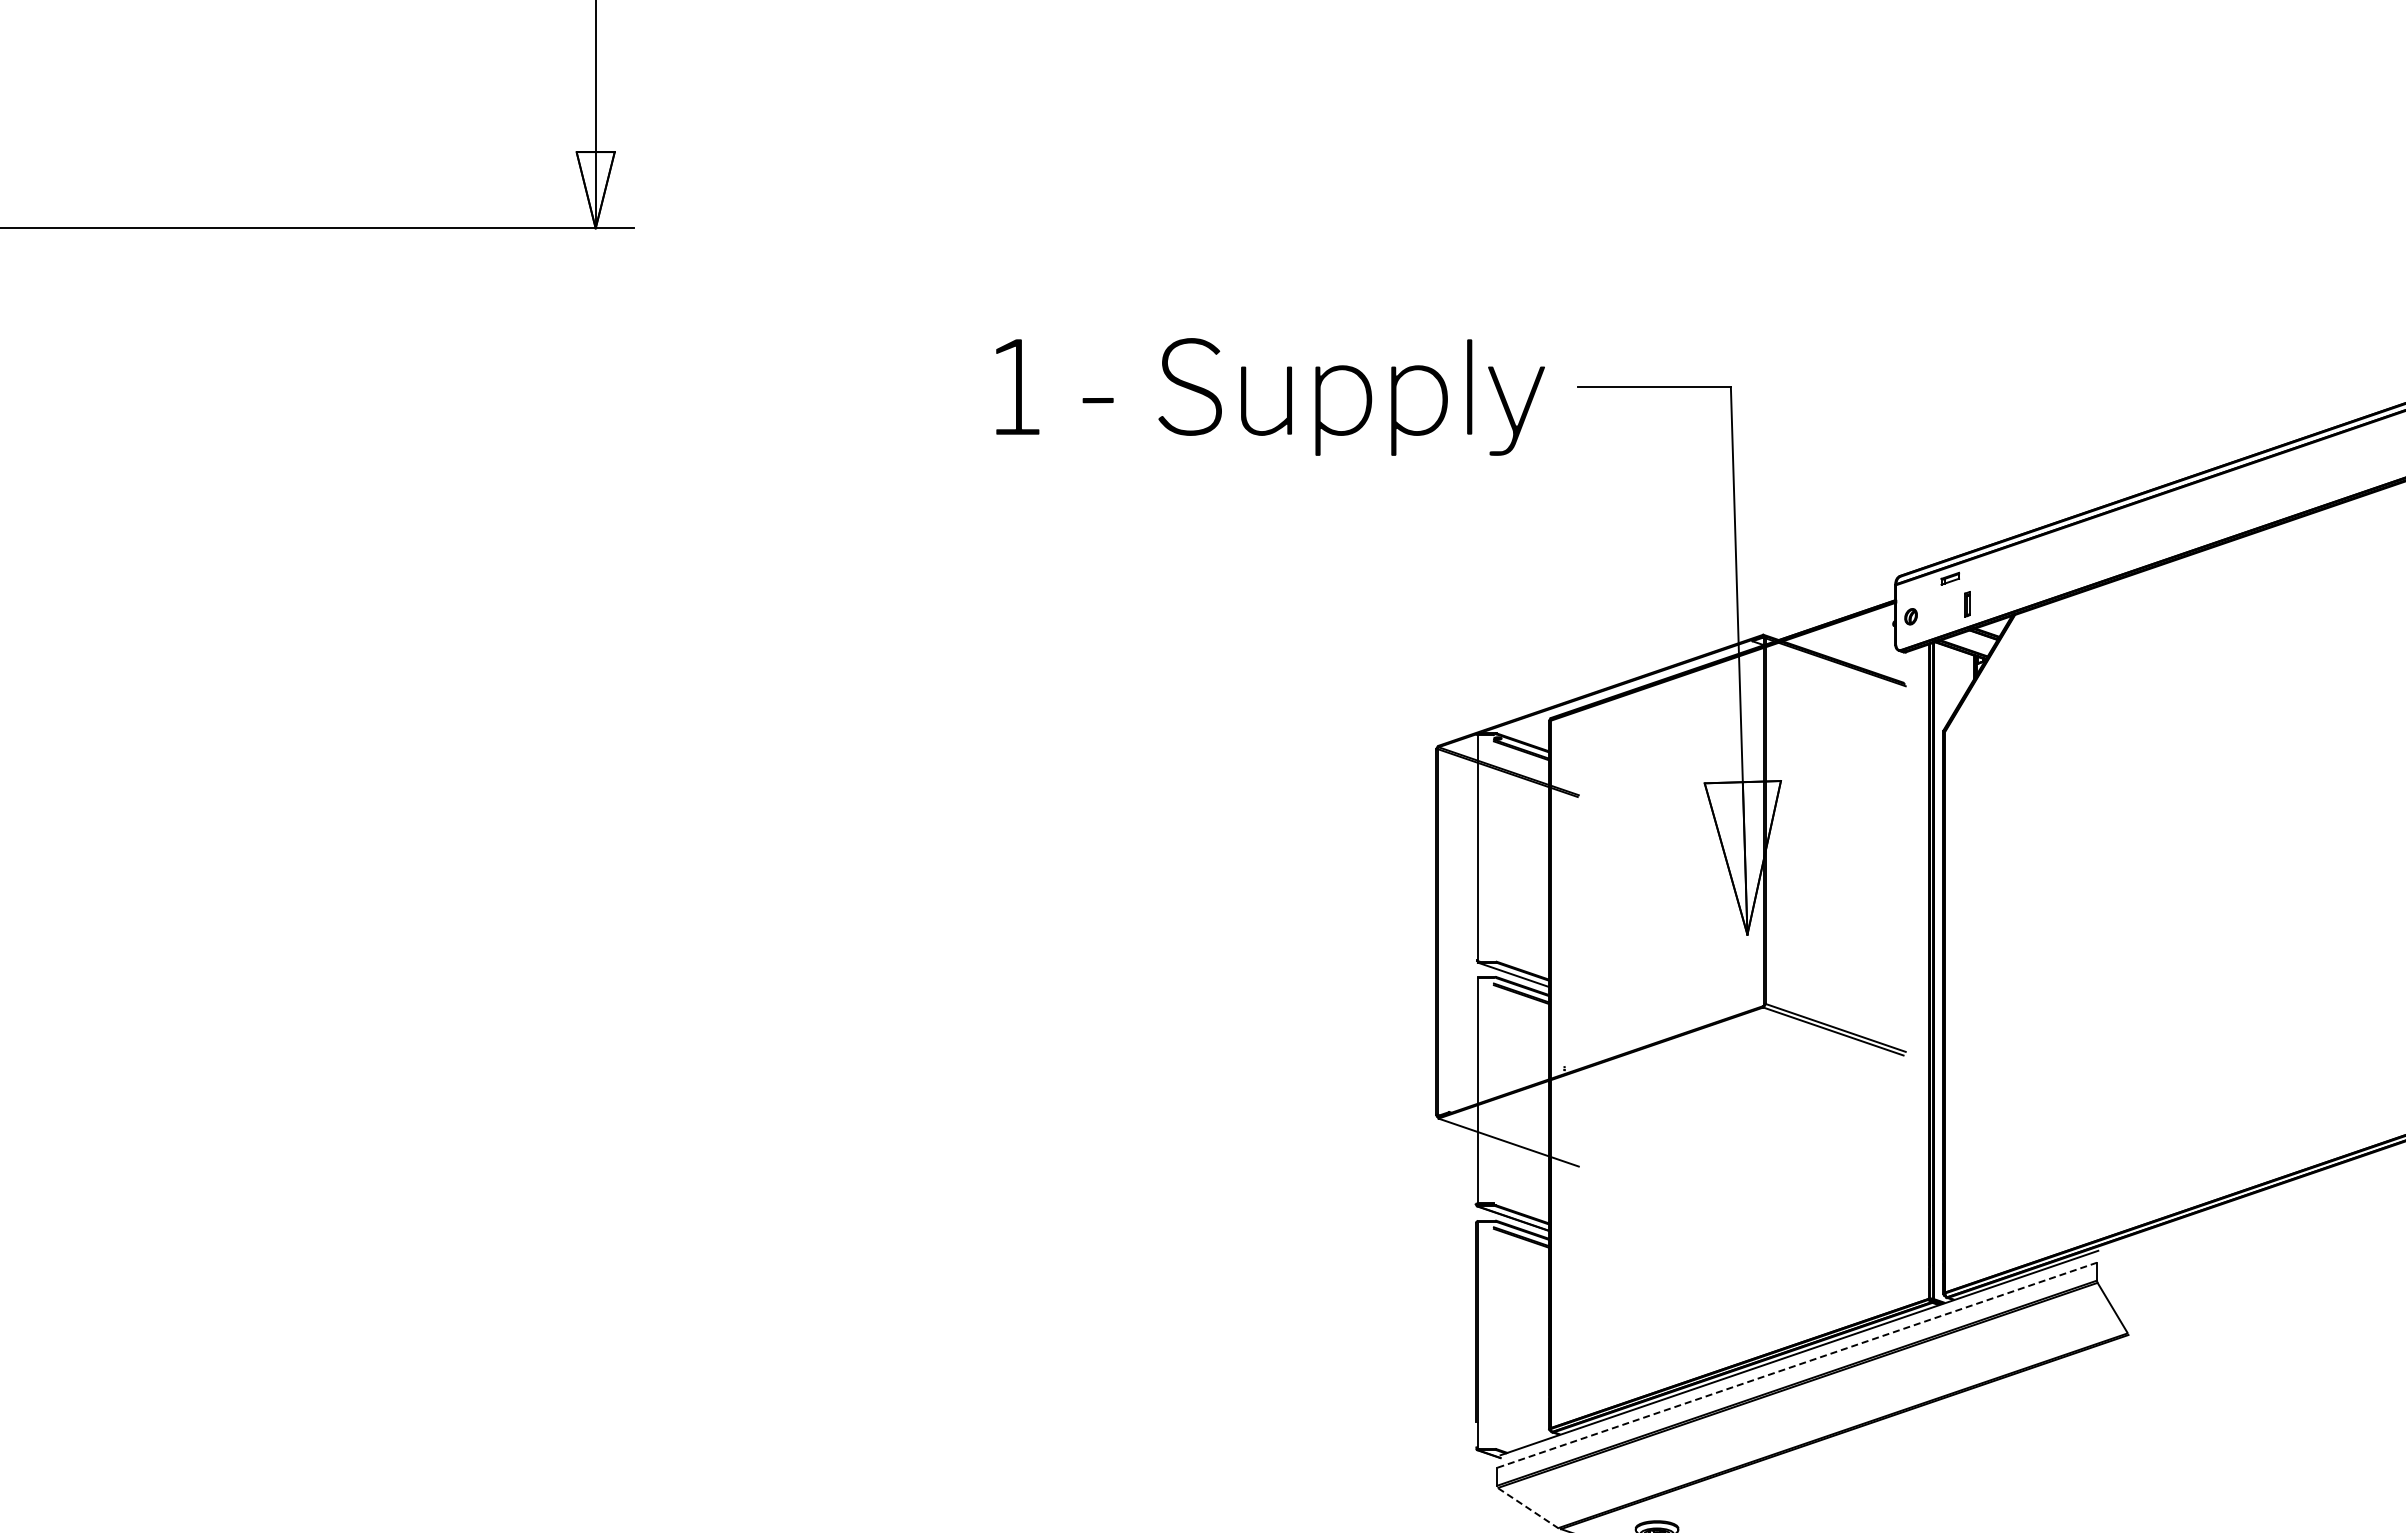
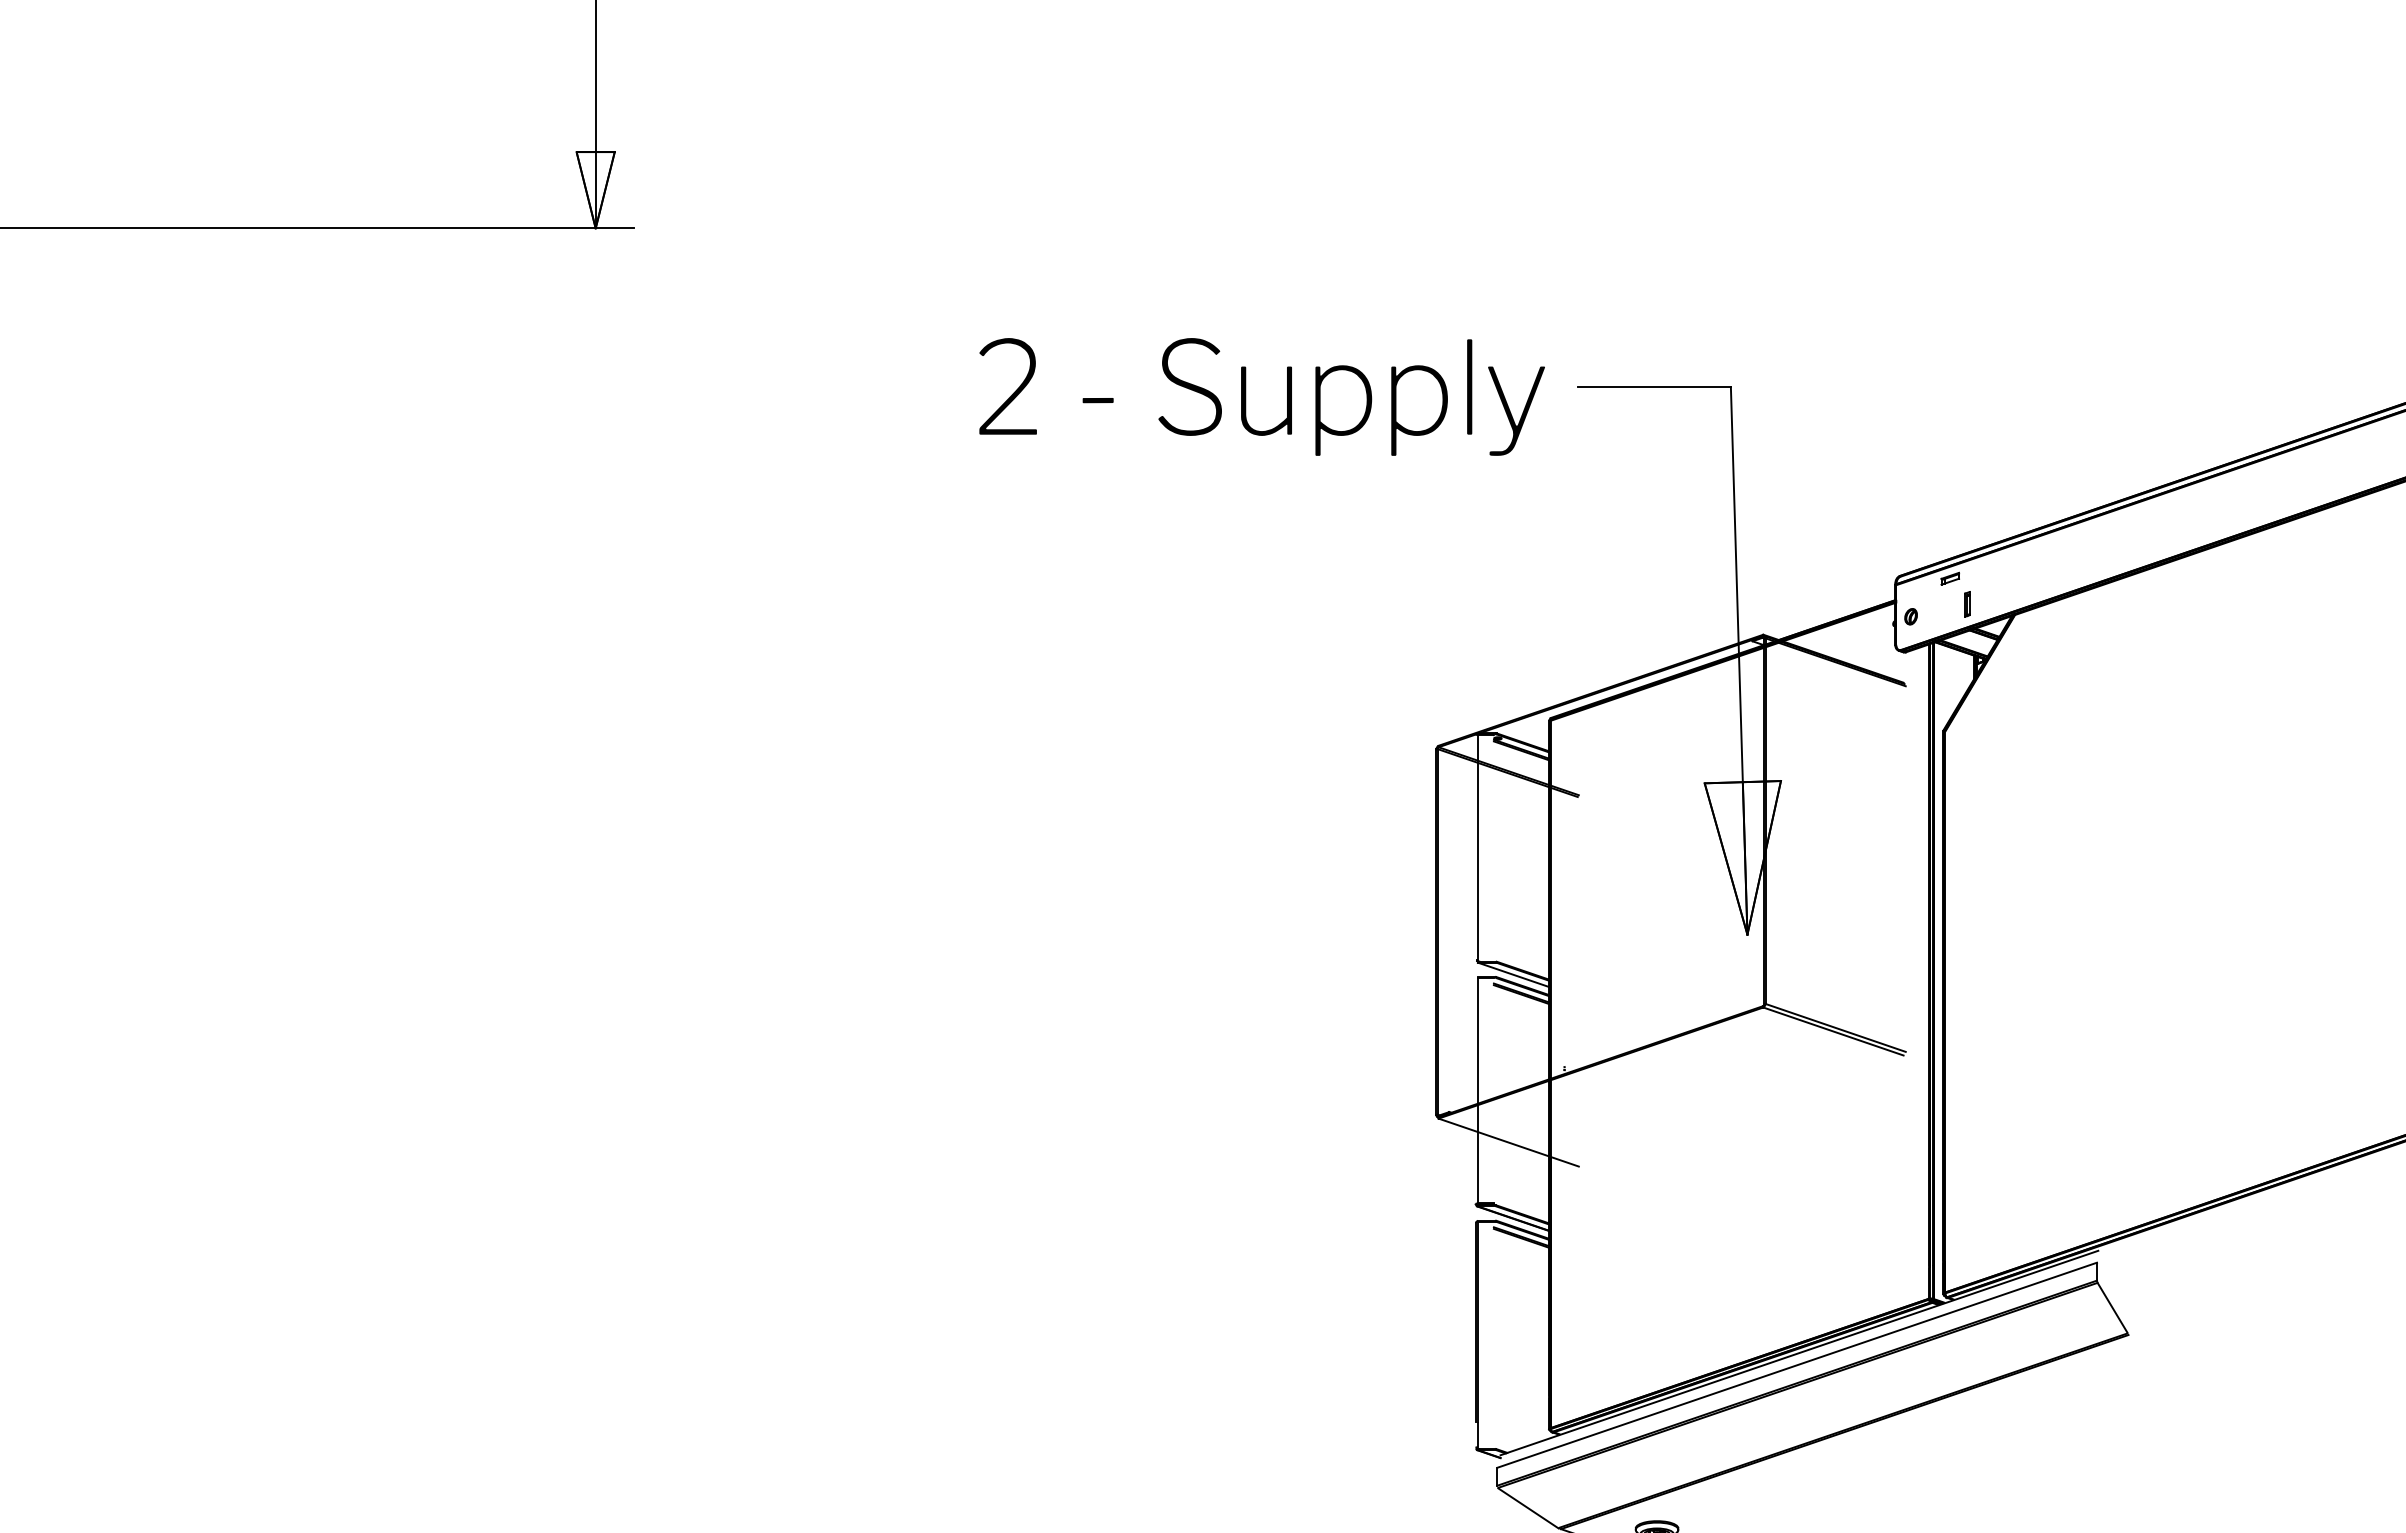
text at (1009, 386): 1 -> 2
line at (1797, 1365): dashed -> solid
line at (1528, 1508): dashed -> solid
